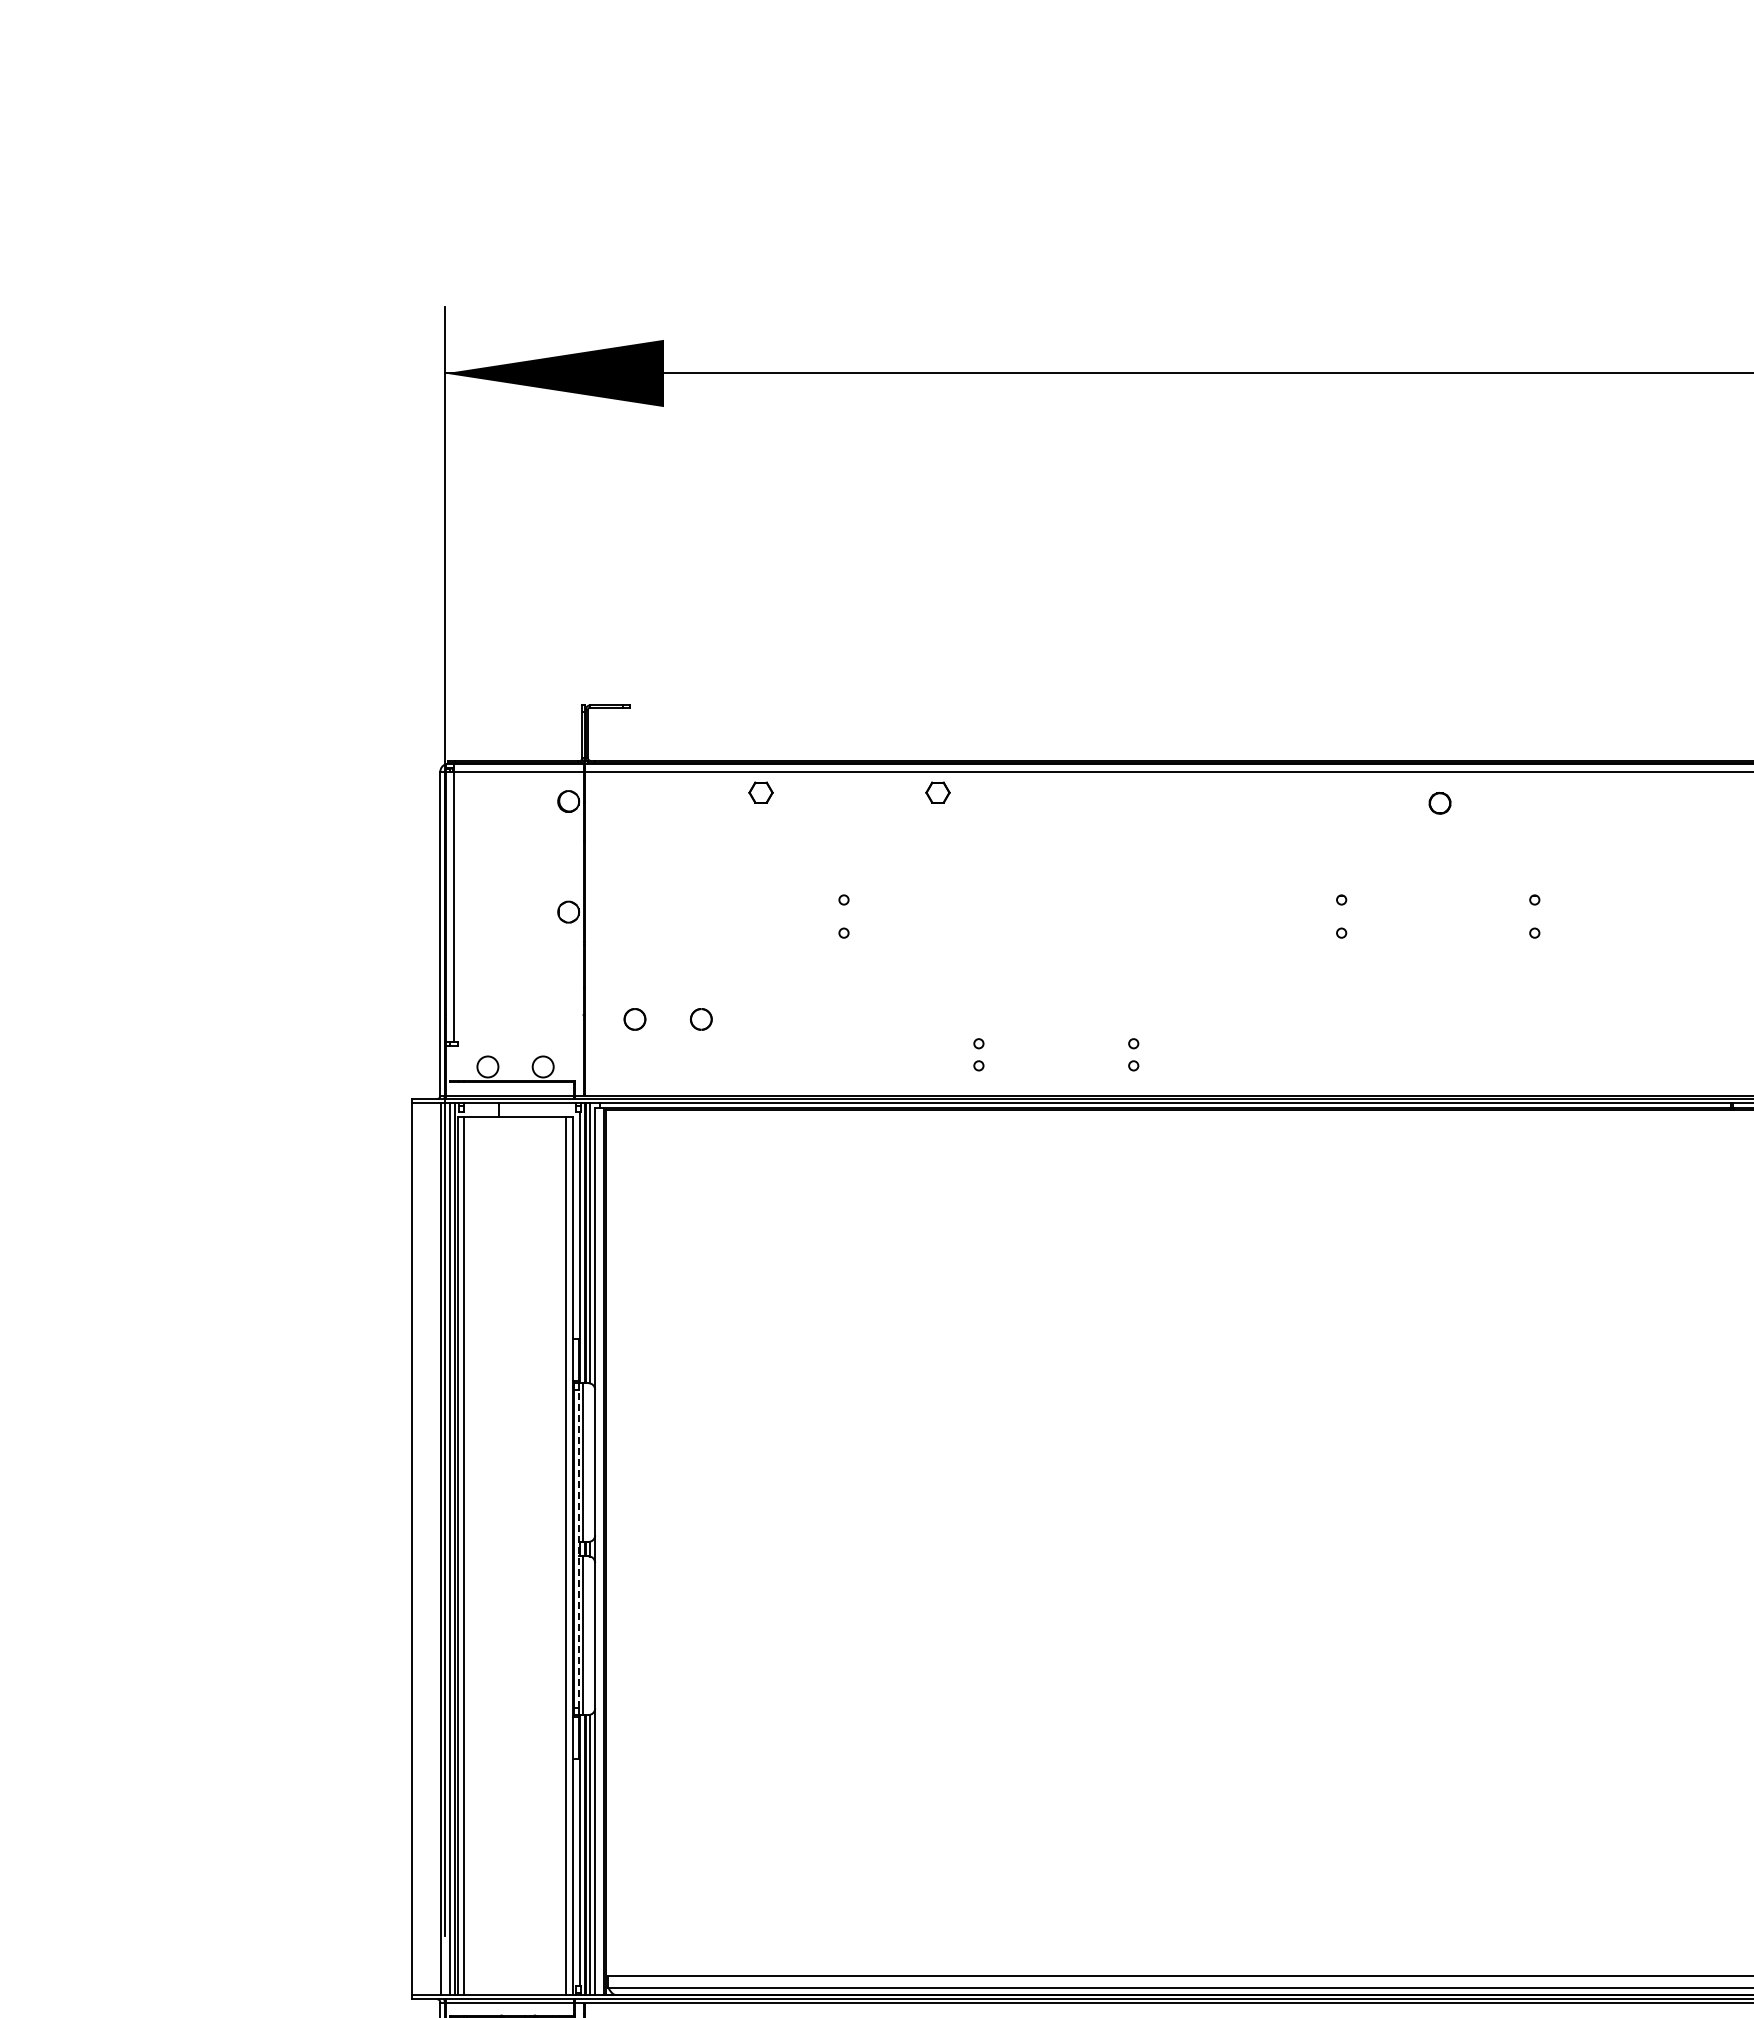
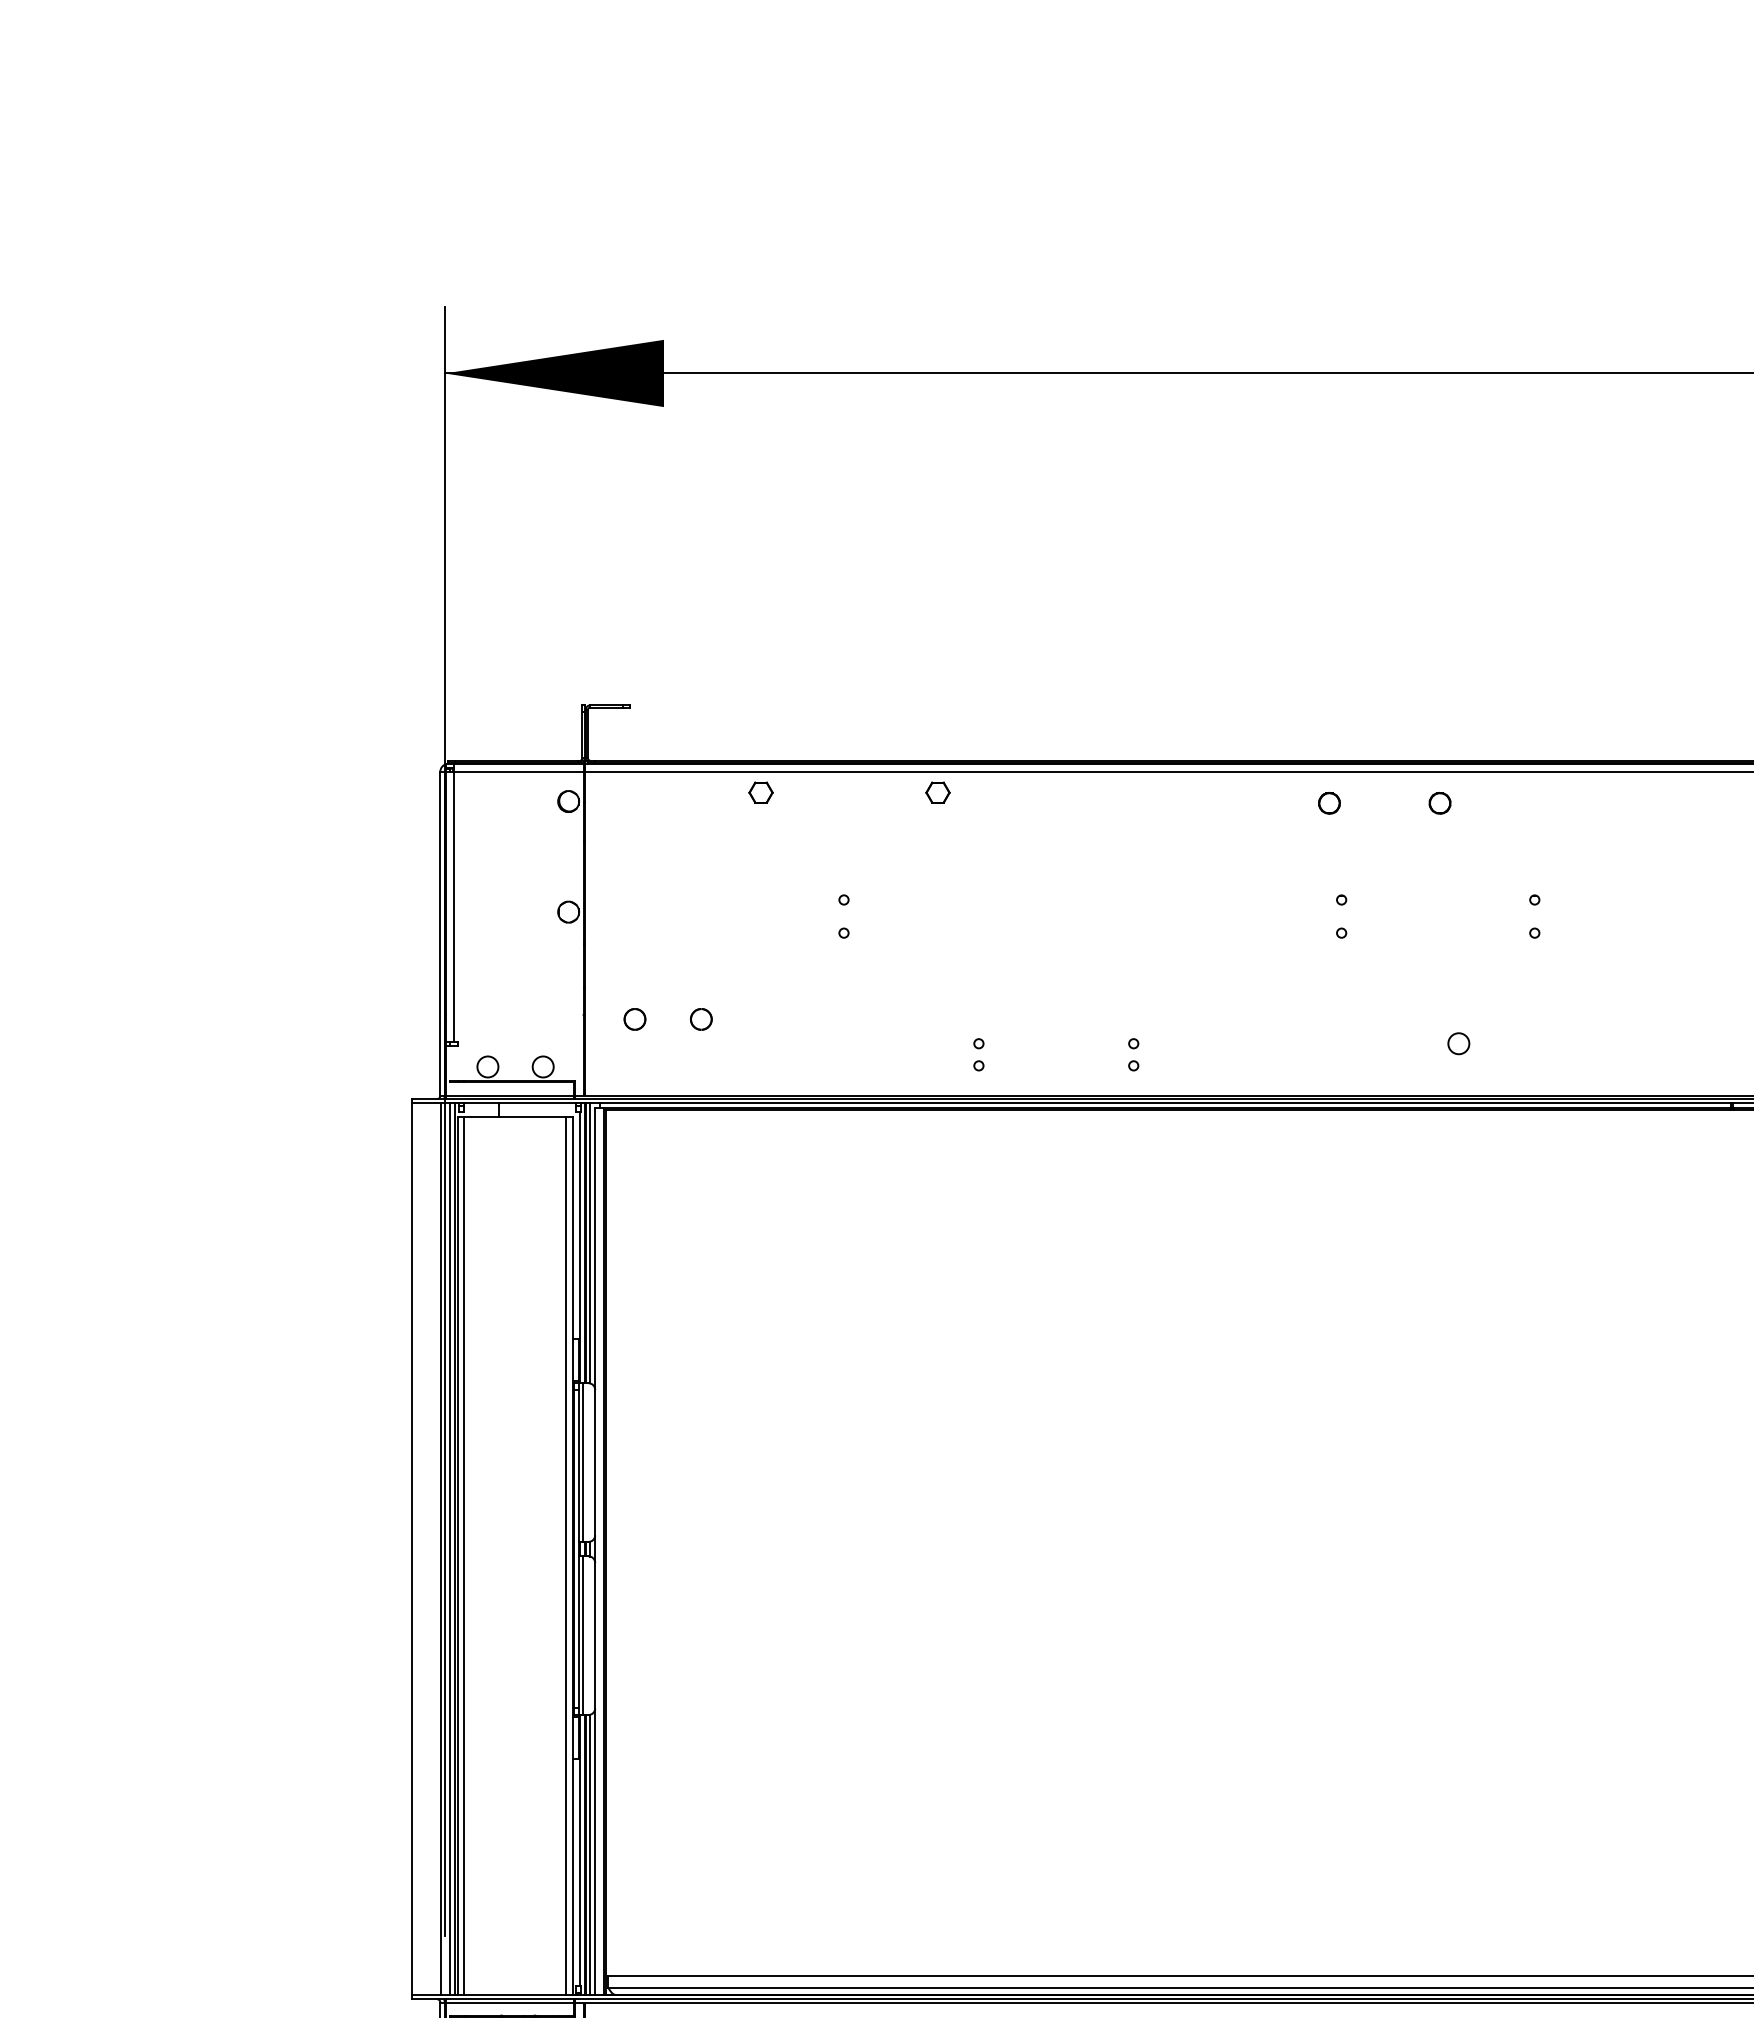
part at (1329, 802): none -> present
circle at (1458, 1043): none -> present
line at (578, 1548): dashed -> solid
